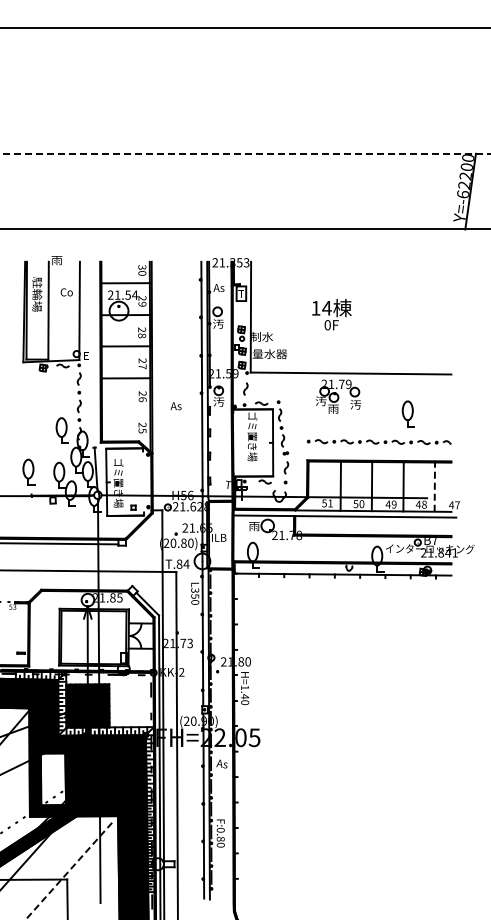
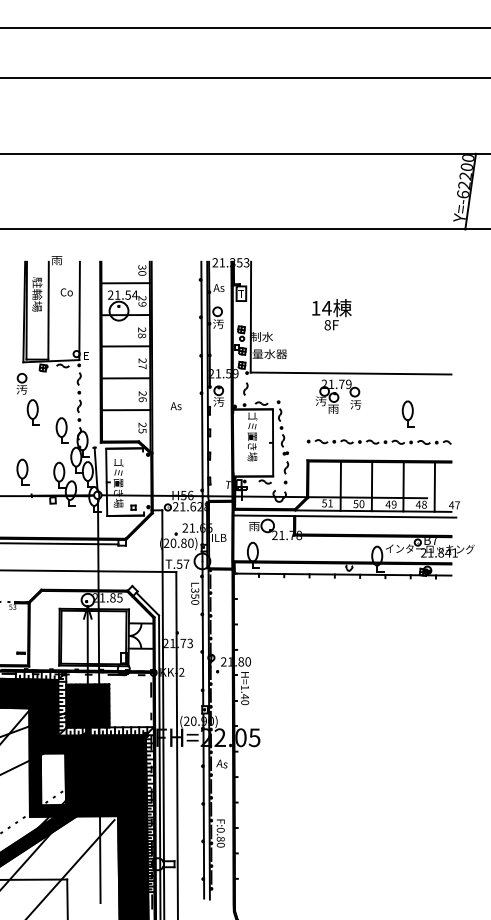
line at (244, 78): none -> present
line at (245, 153): dashed -> solid
text at (327, 325): 0F -> 8F
part at (27, 399): none -> present
line at (125, 410): none -> present
part at (28, 471) position: (28, 471) -> (22, 471)
line at (434, 487): dashed -> solid
text at (182, 563): T.84 -> T.57
line at (70, 869): dashed -> solid
